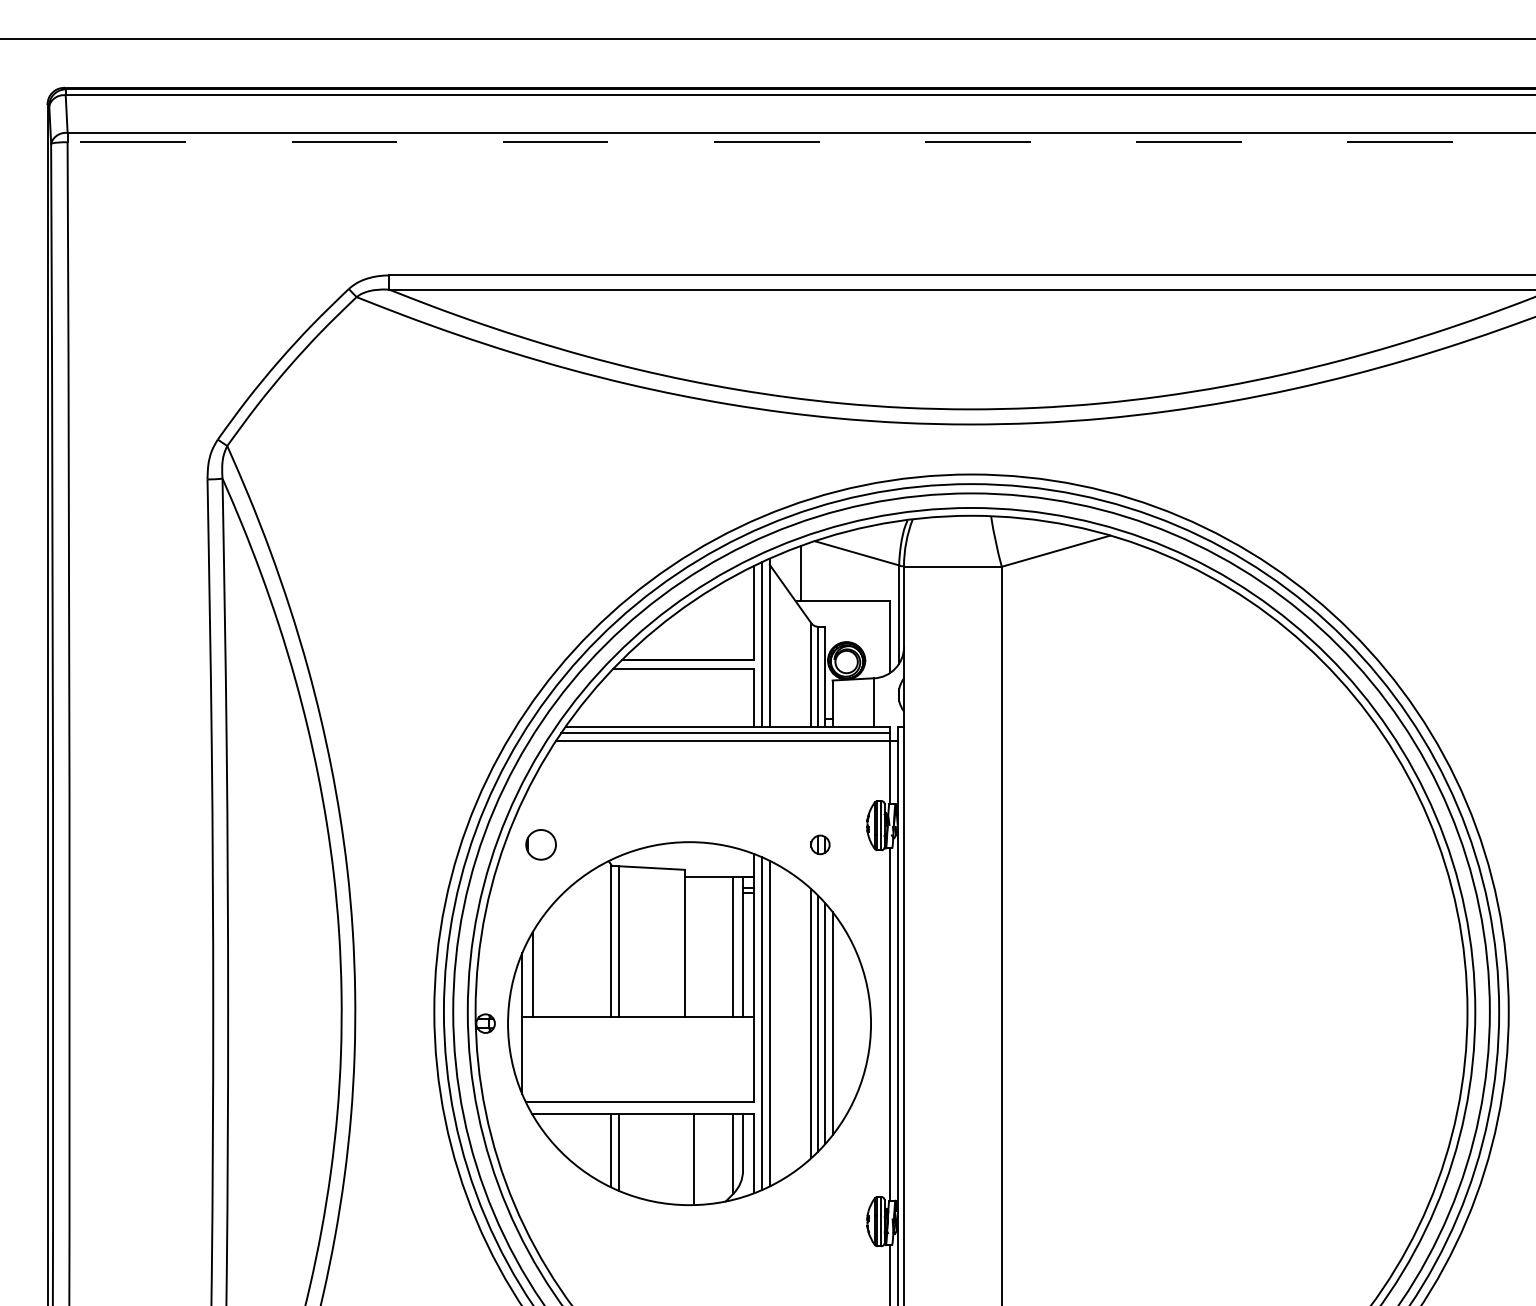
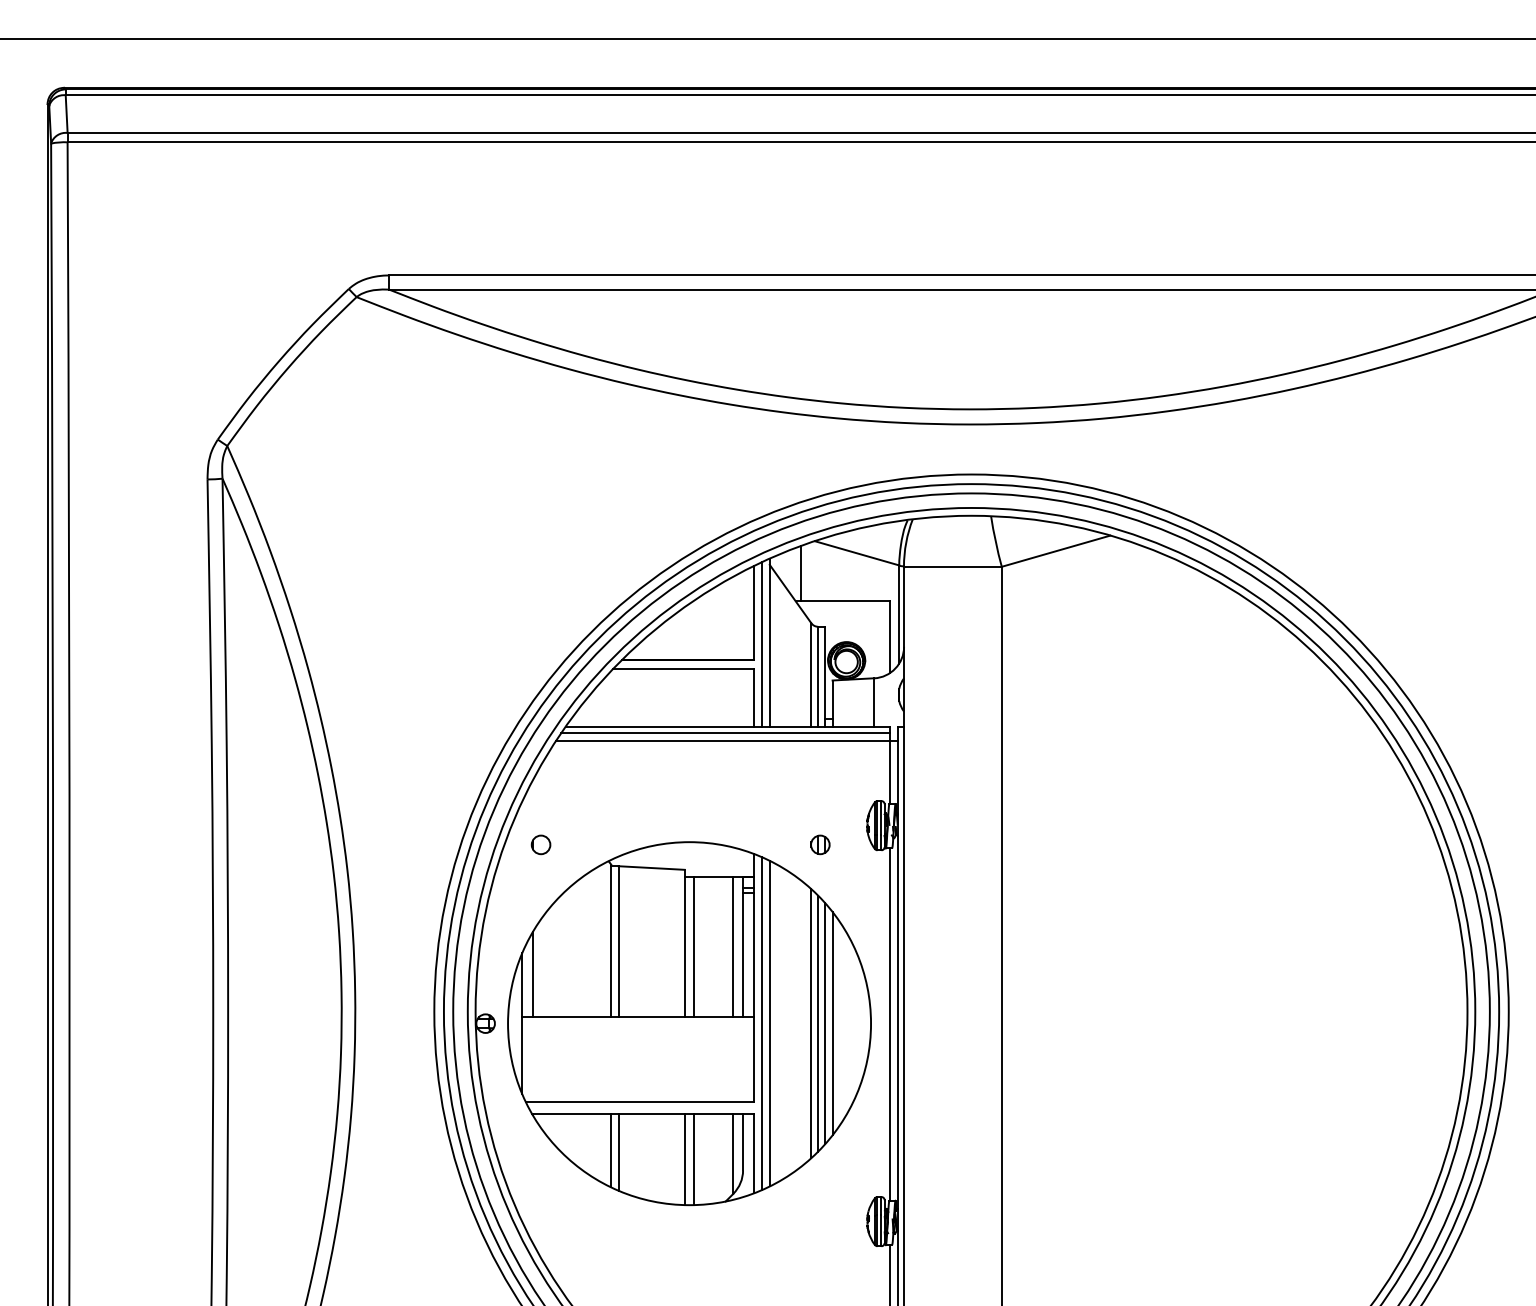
line at (801, 142): dashed -> solid
part at (540, 844) size: 32x32 px -> 22x22 px
line at (694, 947): none -> present
line at (684, 1159): none -> present
